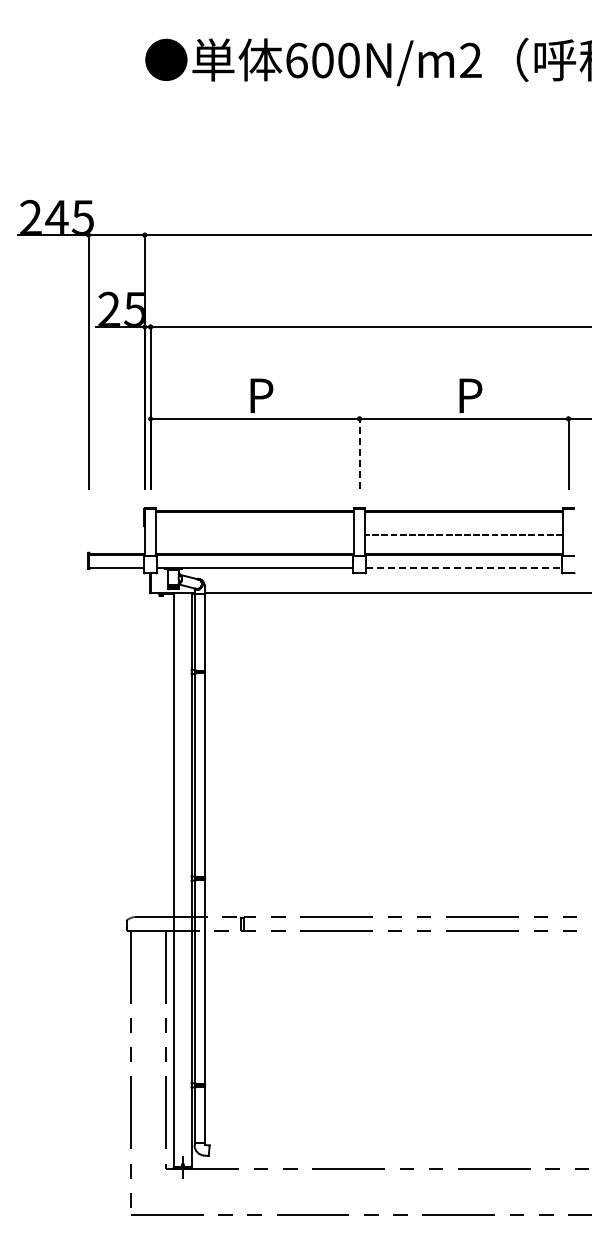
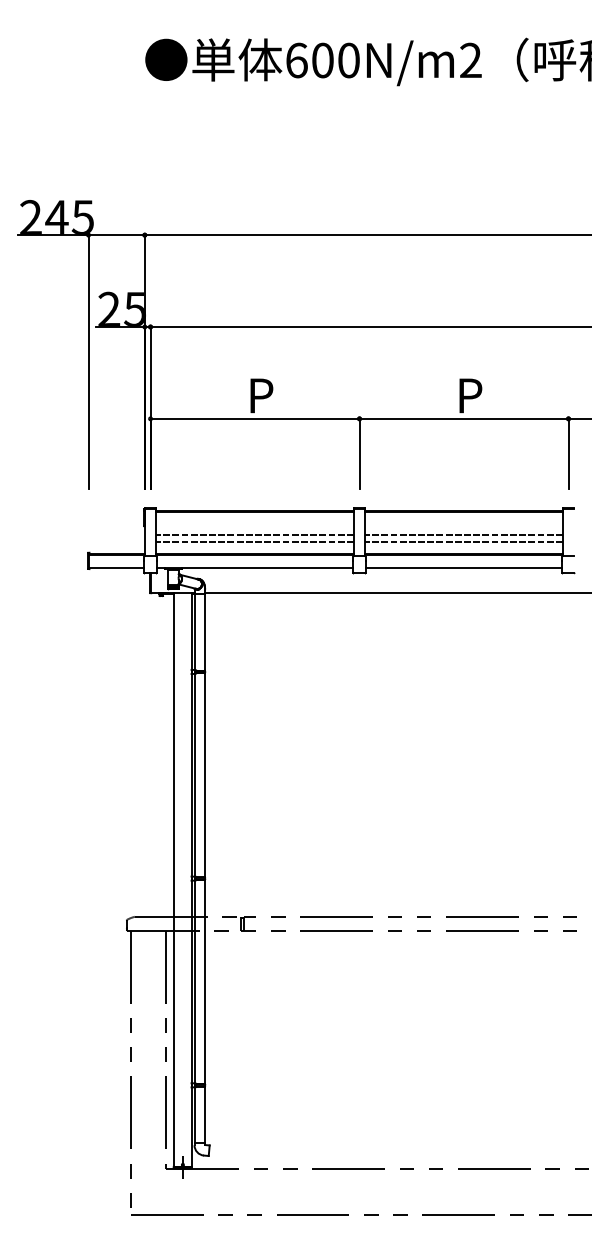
line at (359, 453): dashed -> solid
line at (254, 535): none -> present
line at (254, 541): none -> present
line at (463, 541): none -> present
line at (464, 568): dashed -> solid
